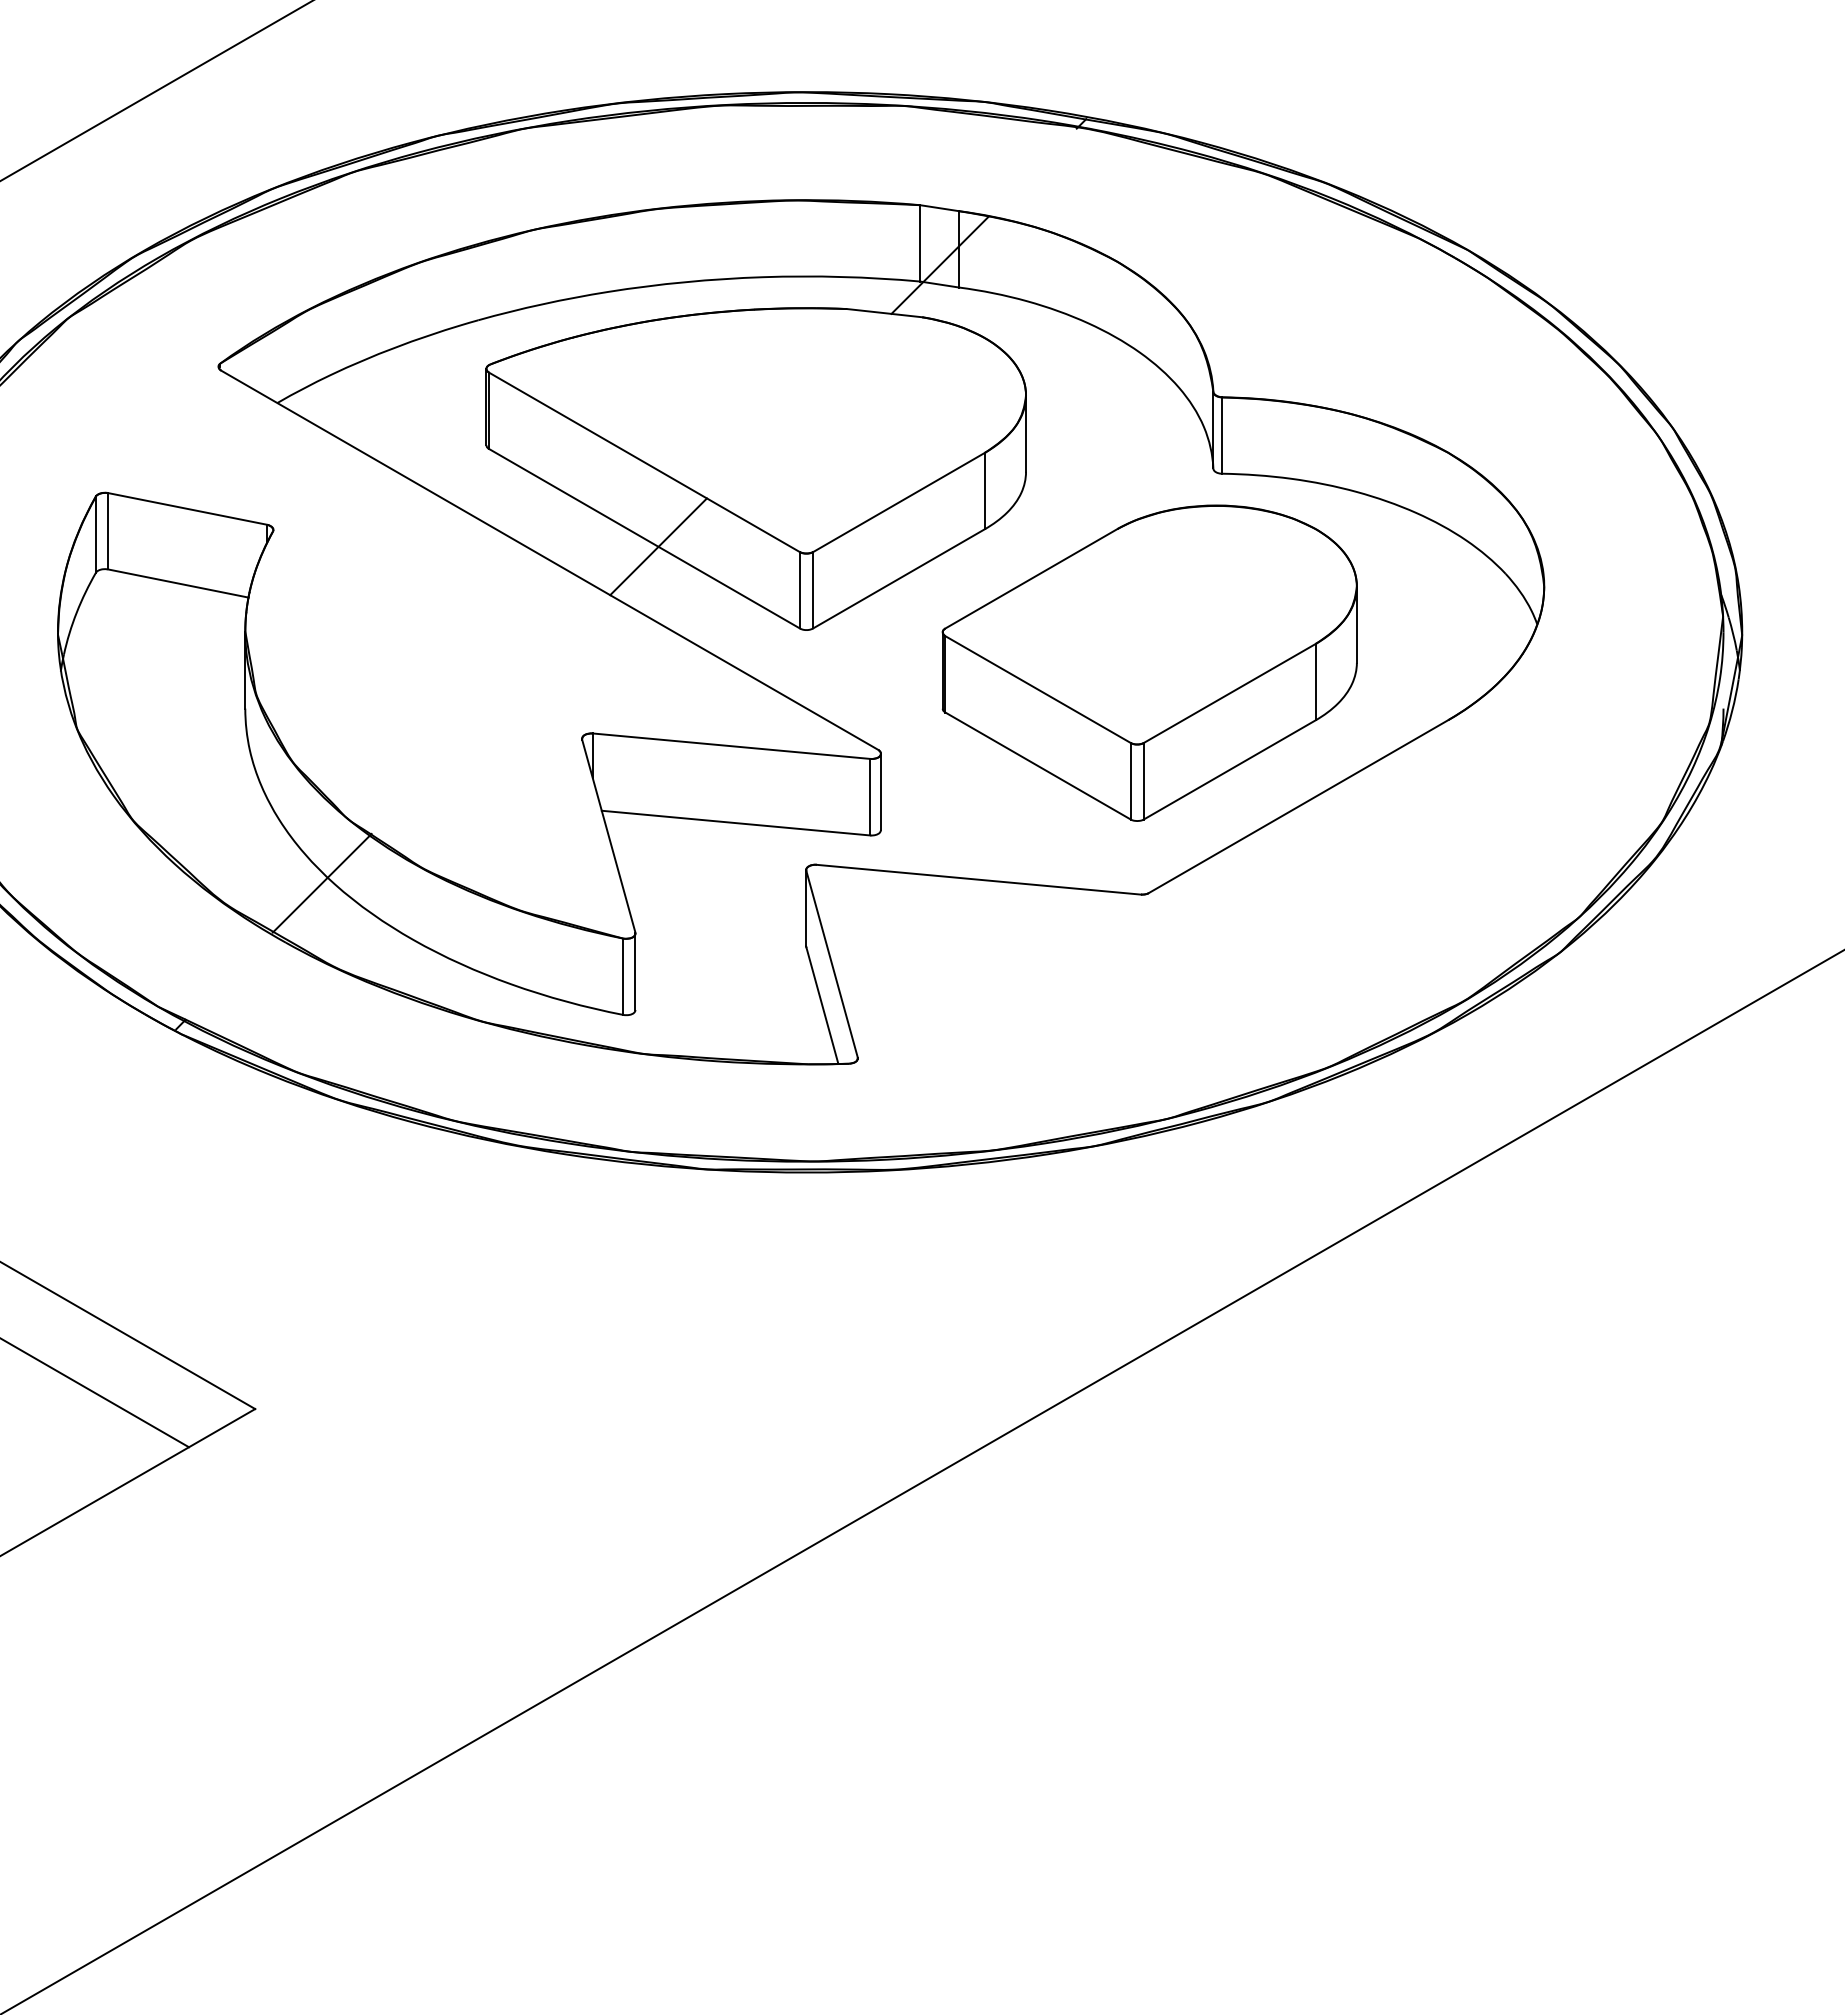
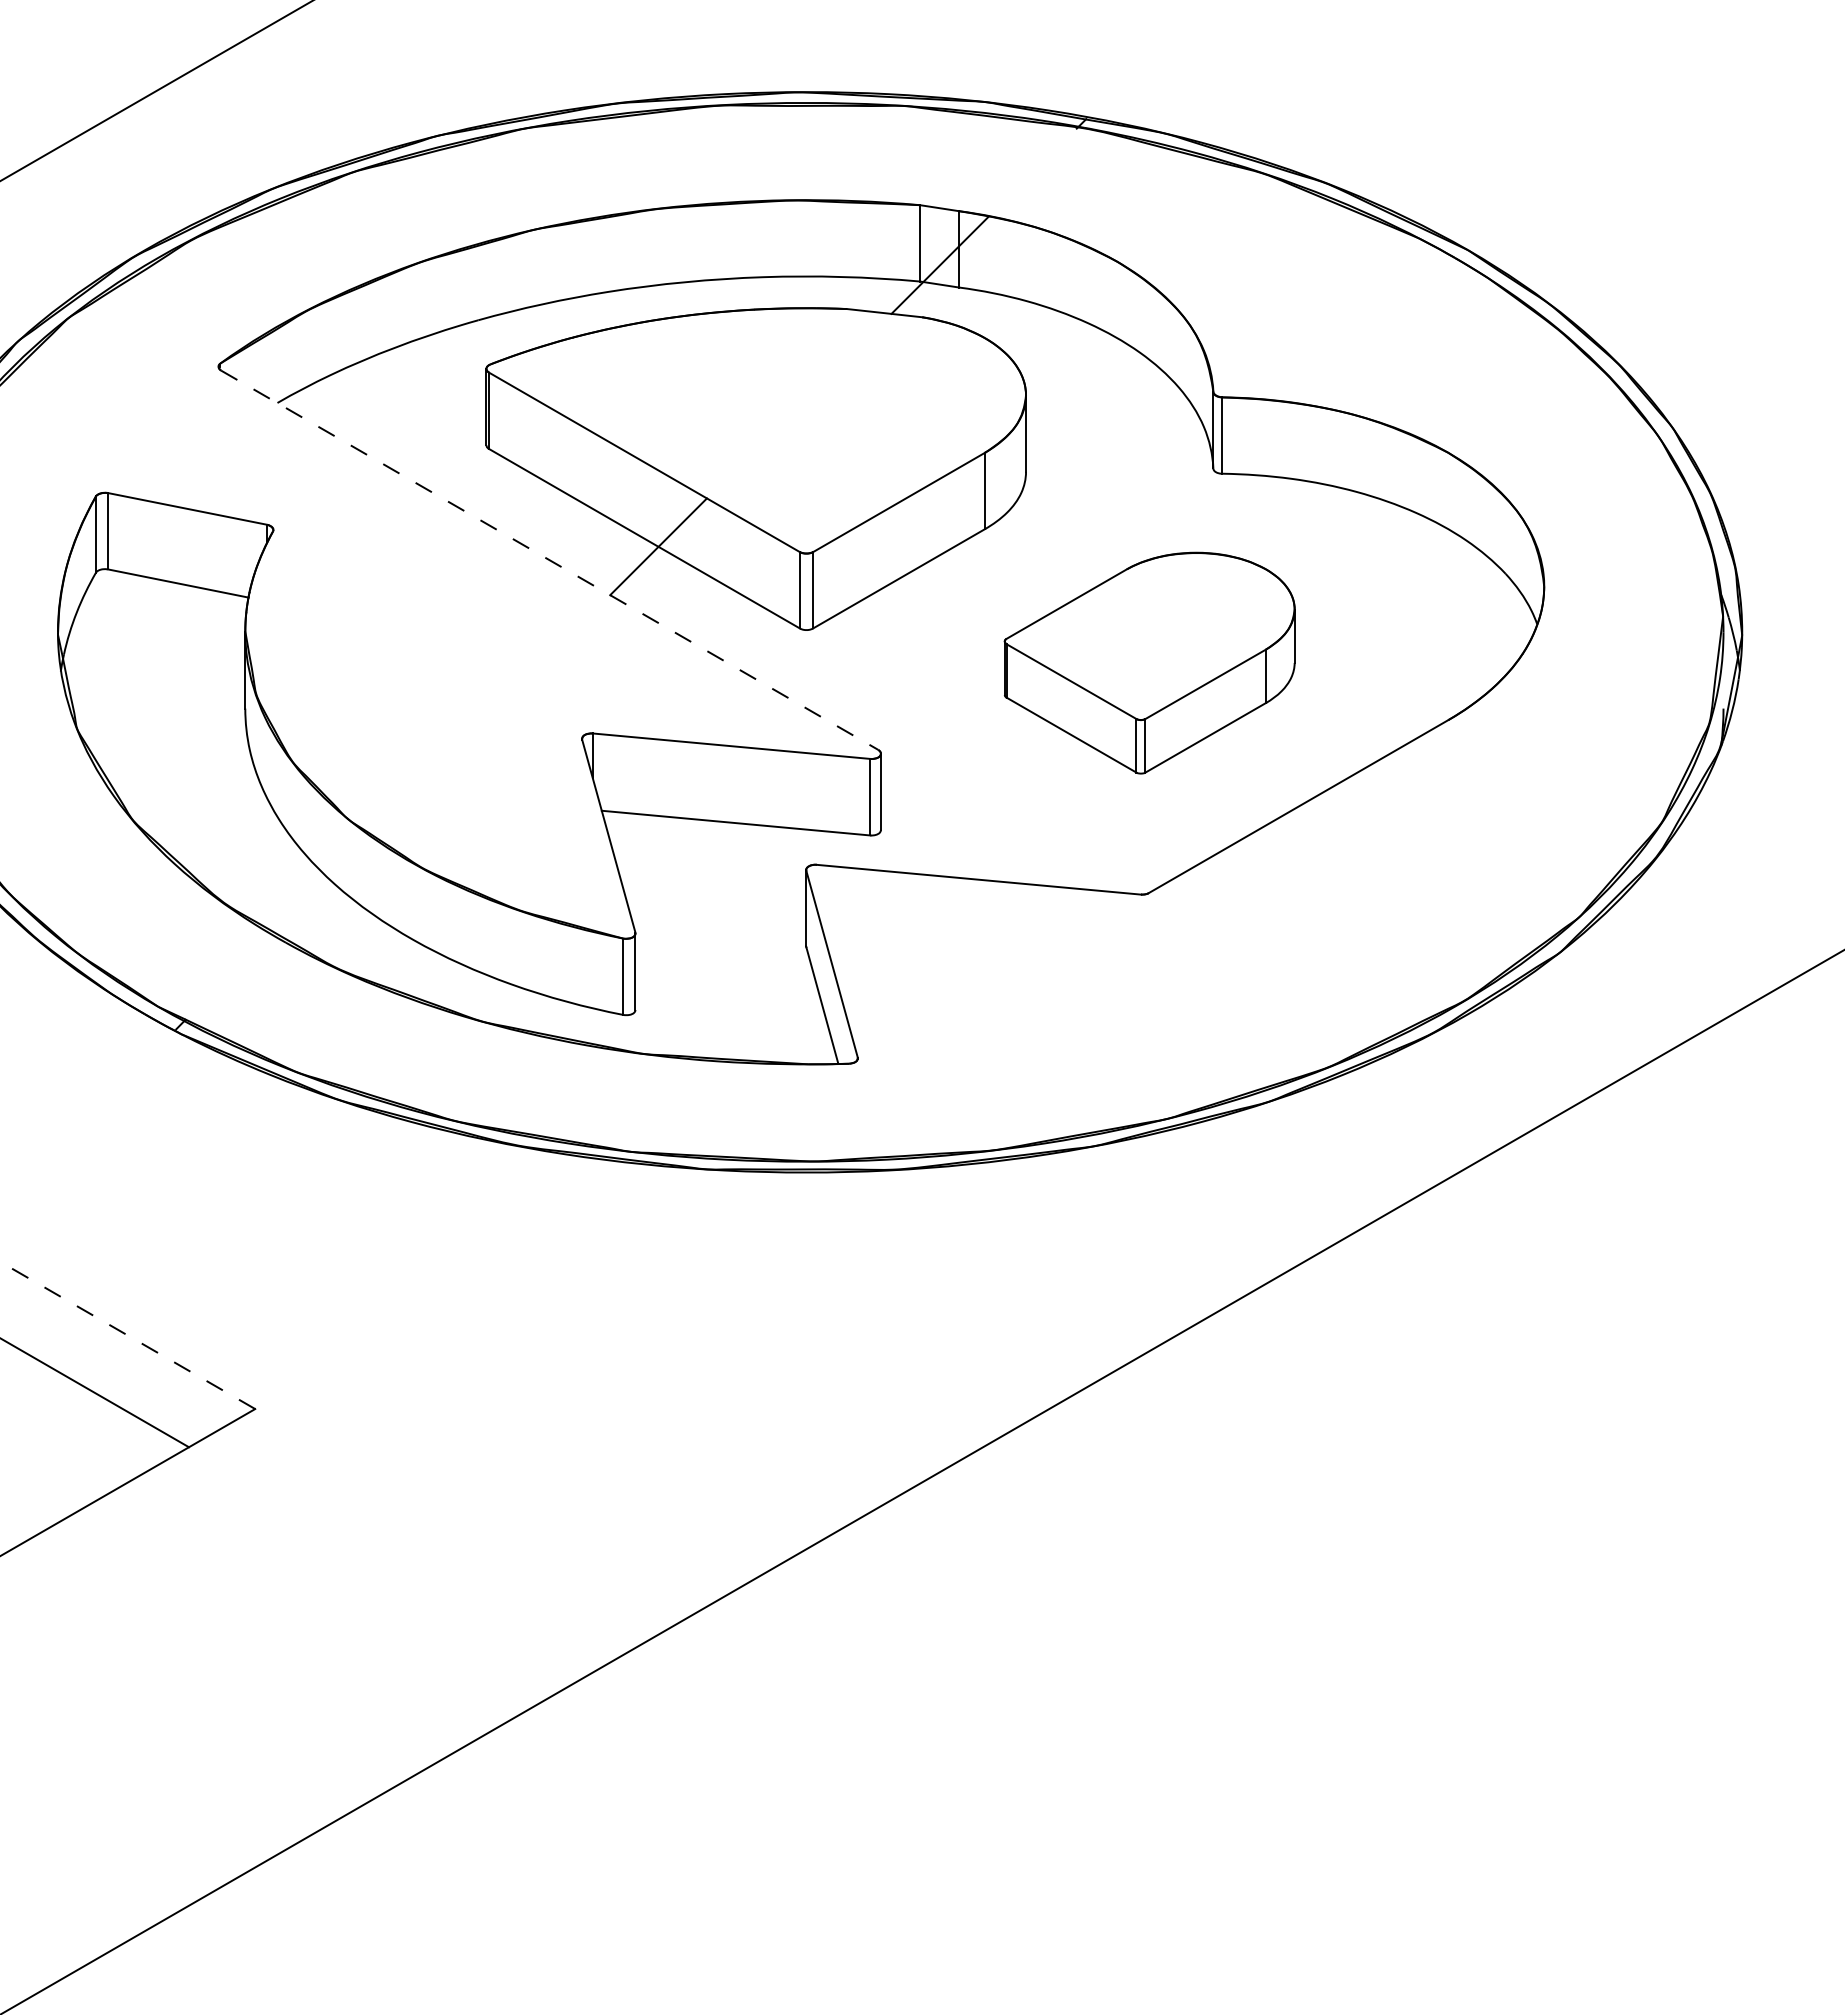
line at (550, 560): solid -> dashed
part at (1149, 662) size: 417x318 px -> 293x224 px
line at (321, 882): present -> none
line at (127, 1335): solid -> dashed
